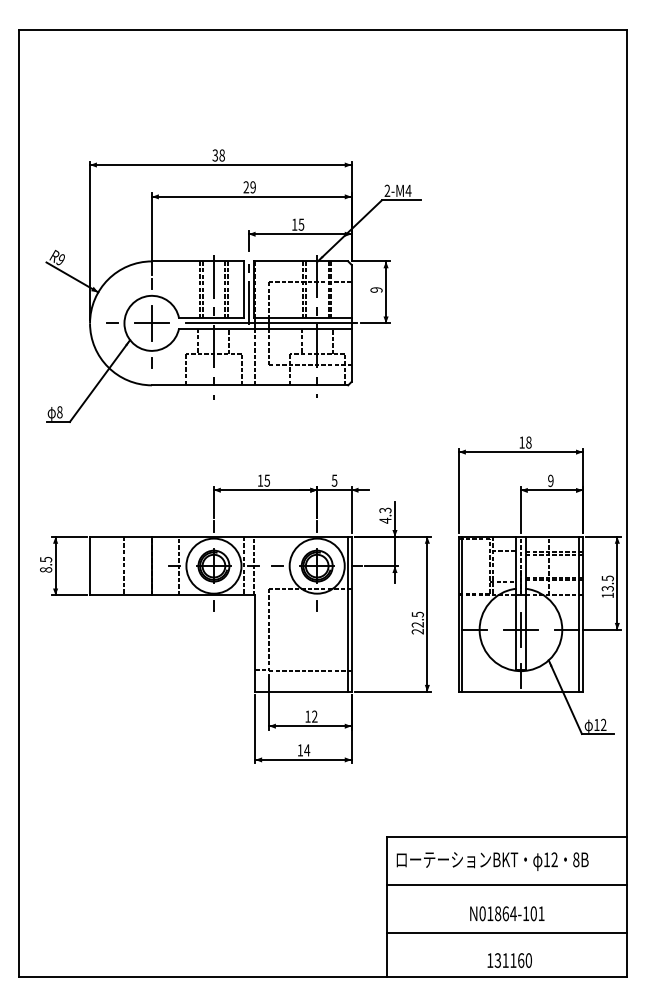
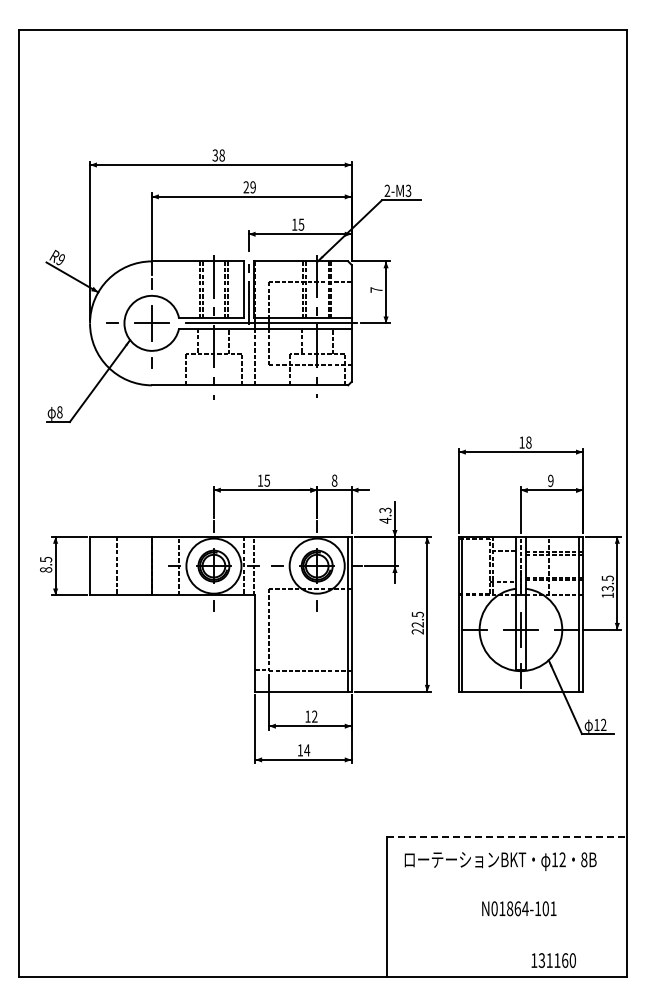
text at (408, 190): 2-M4 -> 2-M3
text at (376, 289): 9 -> 7
text at (334, 480): 5 -> 8
line at (124, 565) position: (124, 565) -> (117, 565)
line at (507, 836): solid -> dashed
text at (492, 861) position: (492, 861) -> (500, 861)
line at (506, 884): present -> none
text at (507, 913) position: (507, 913) -> (519, 908)
line at (506, 932): present -> none
text at (509, 960) position: (509, 960) -> (553, 960)
